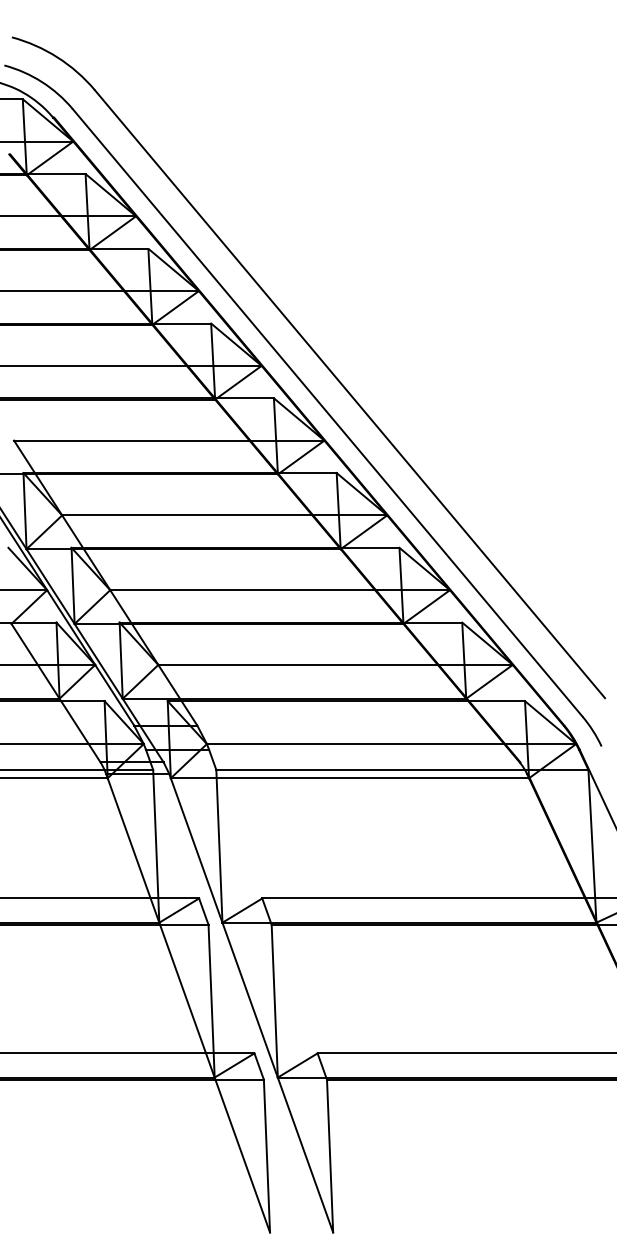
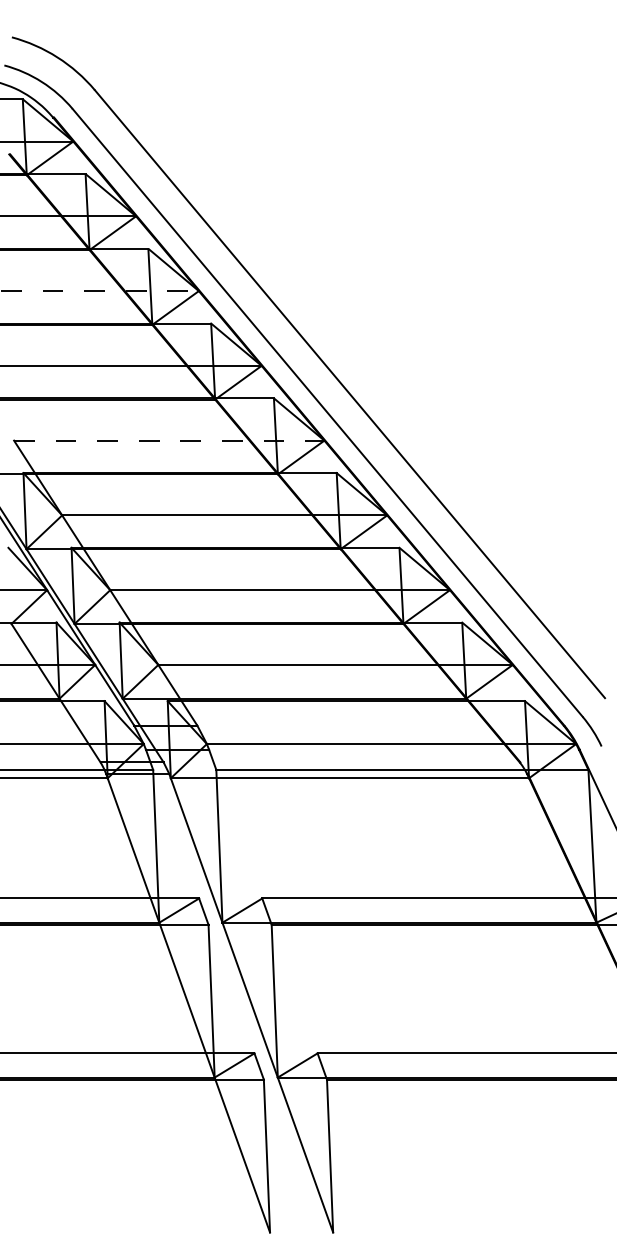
line at (99, 291): solid -> dashed
line at (169, 440): solid -> dashed
